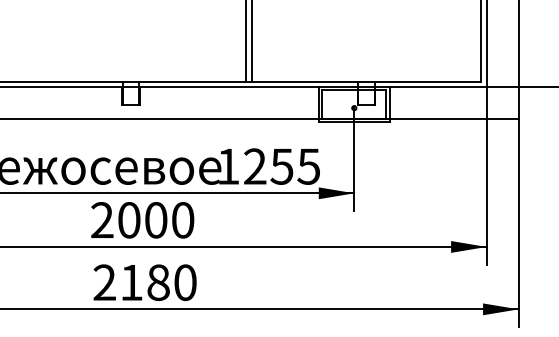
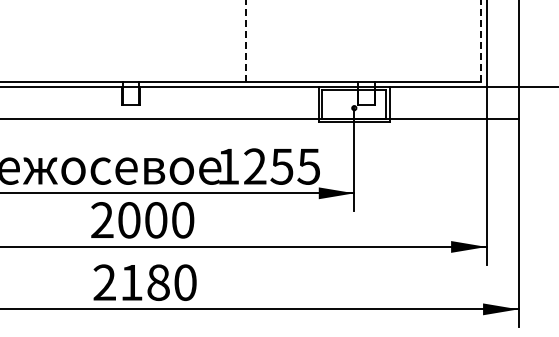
line at (246, 40): solid -> dashed
line at (481, 40): solid -> dashed
line at (251, 41): present -> none
